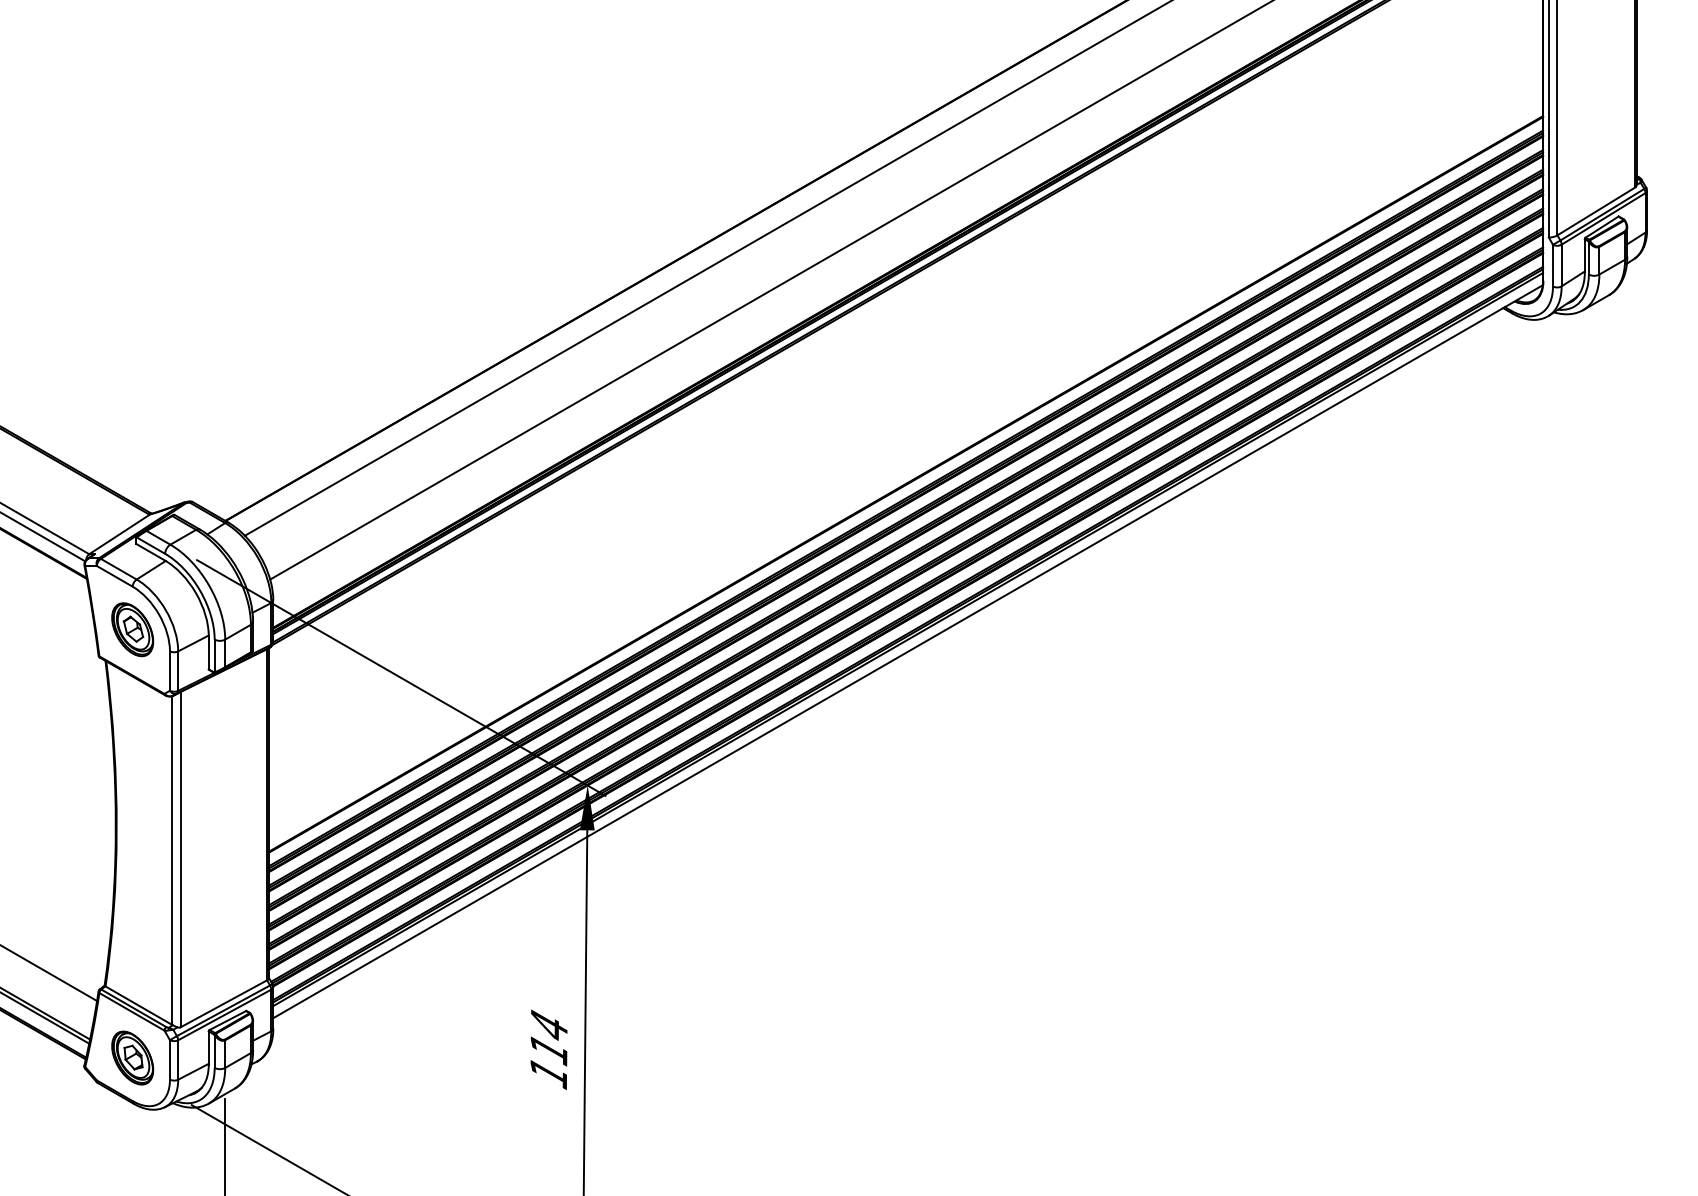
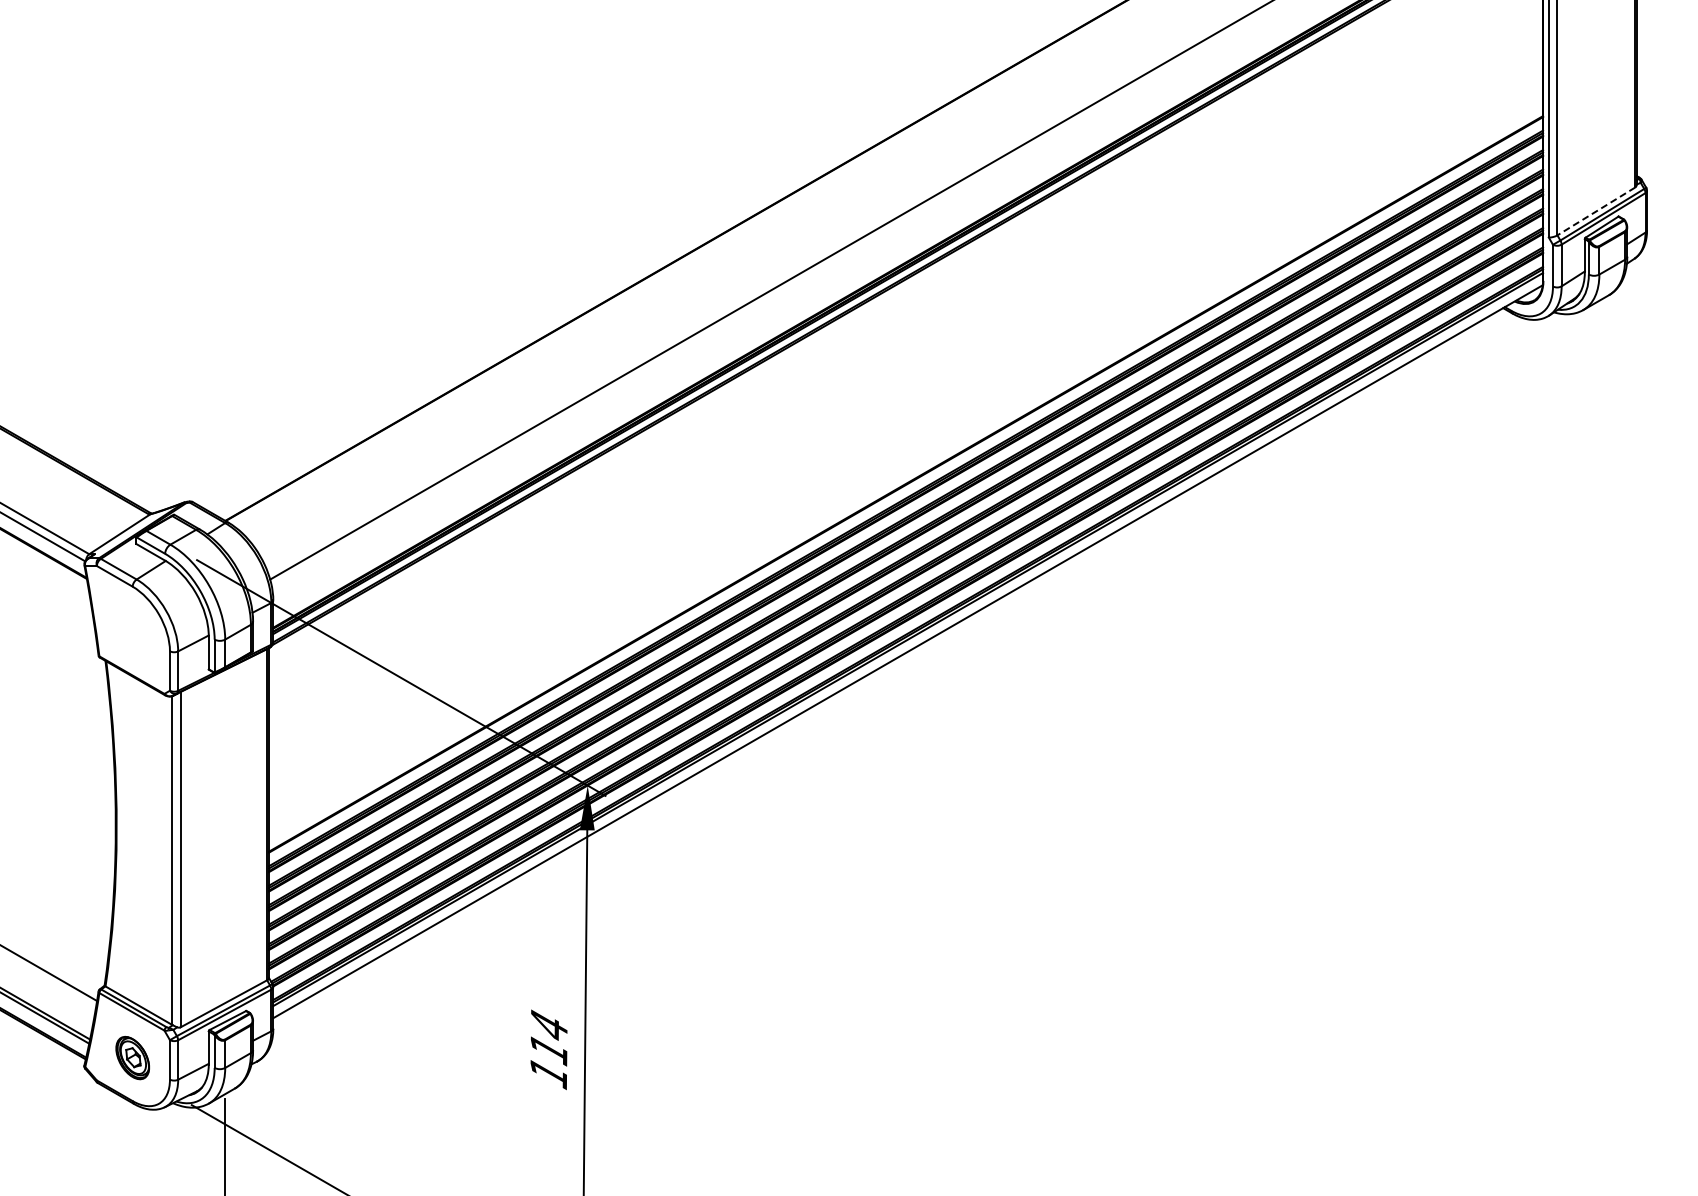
line at (1596, 211): solid -> dashed
line at (706, 268): present -> none
part at (132, 629): present -> none
part at (132, 1057) size: 44x56 px -> 35x45 px
